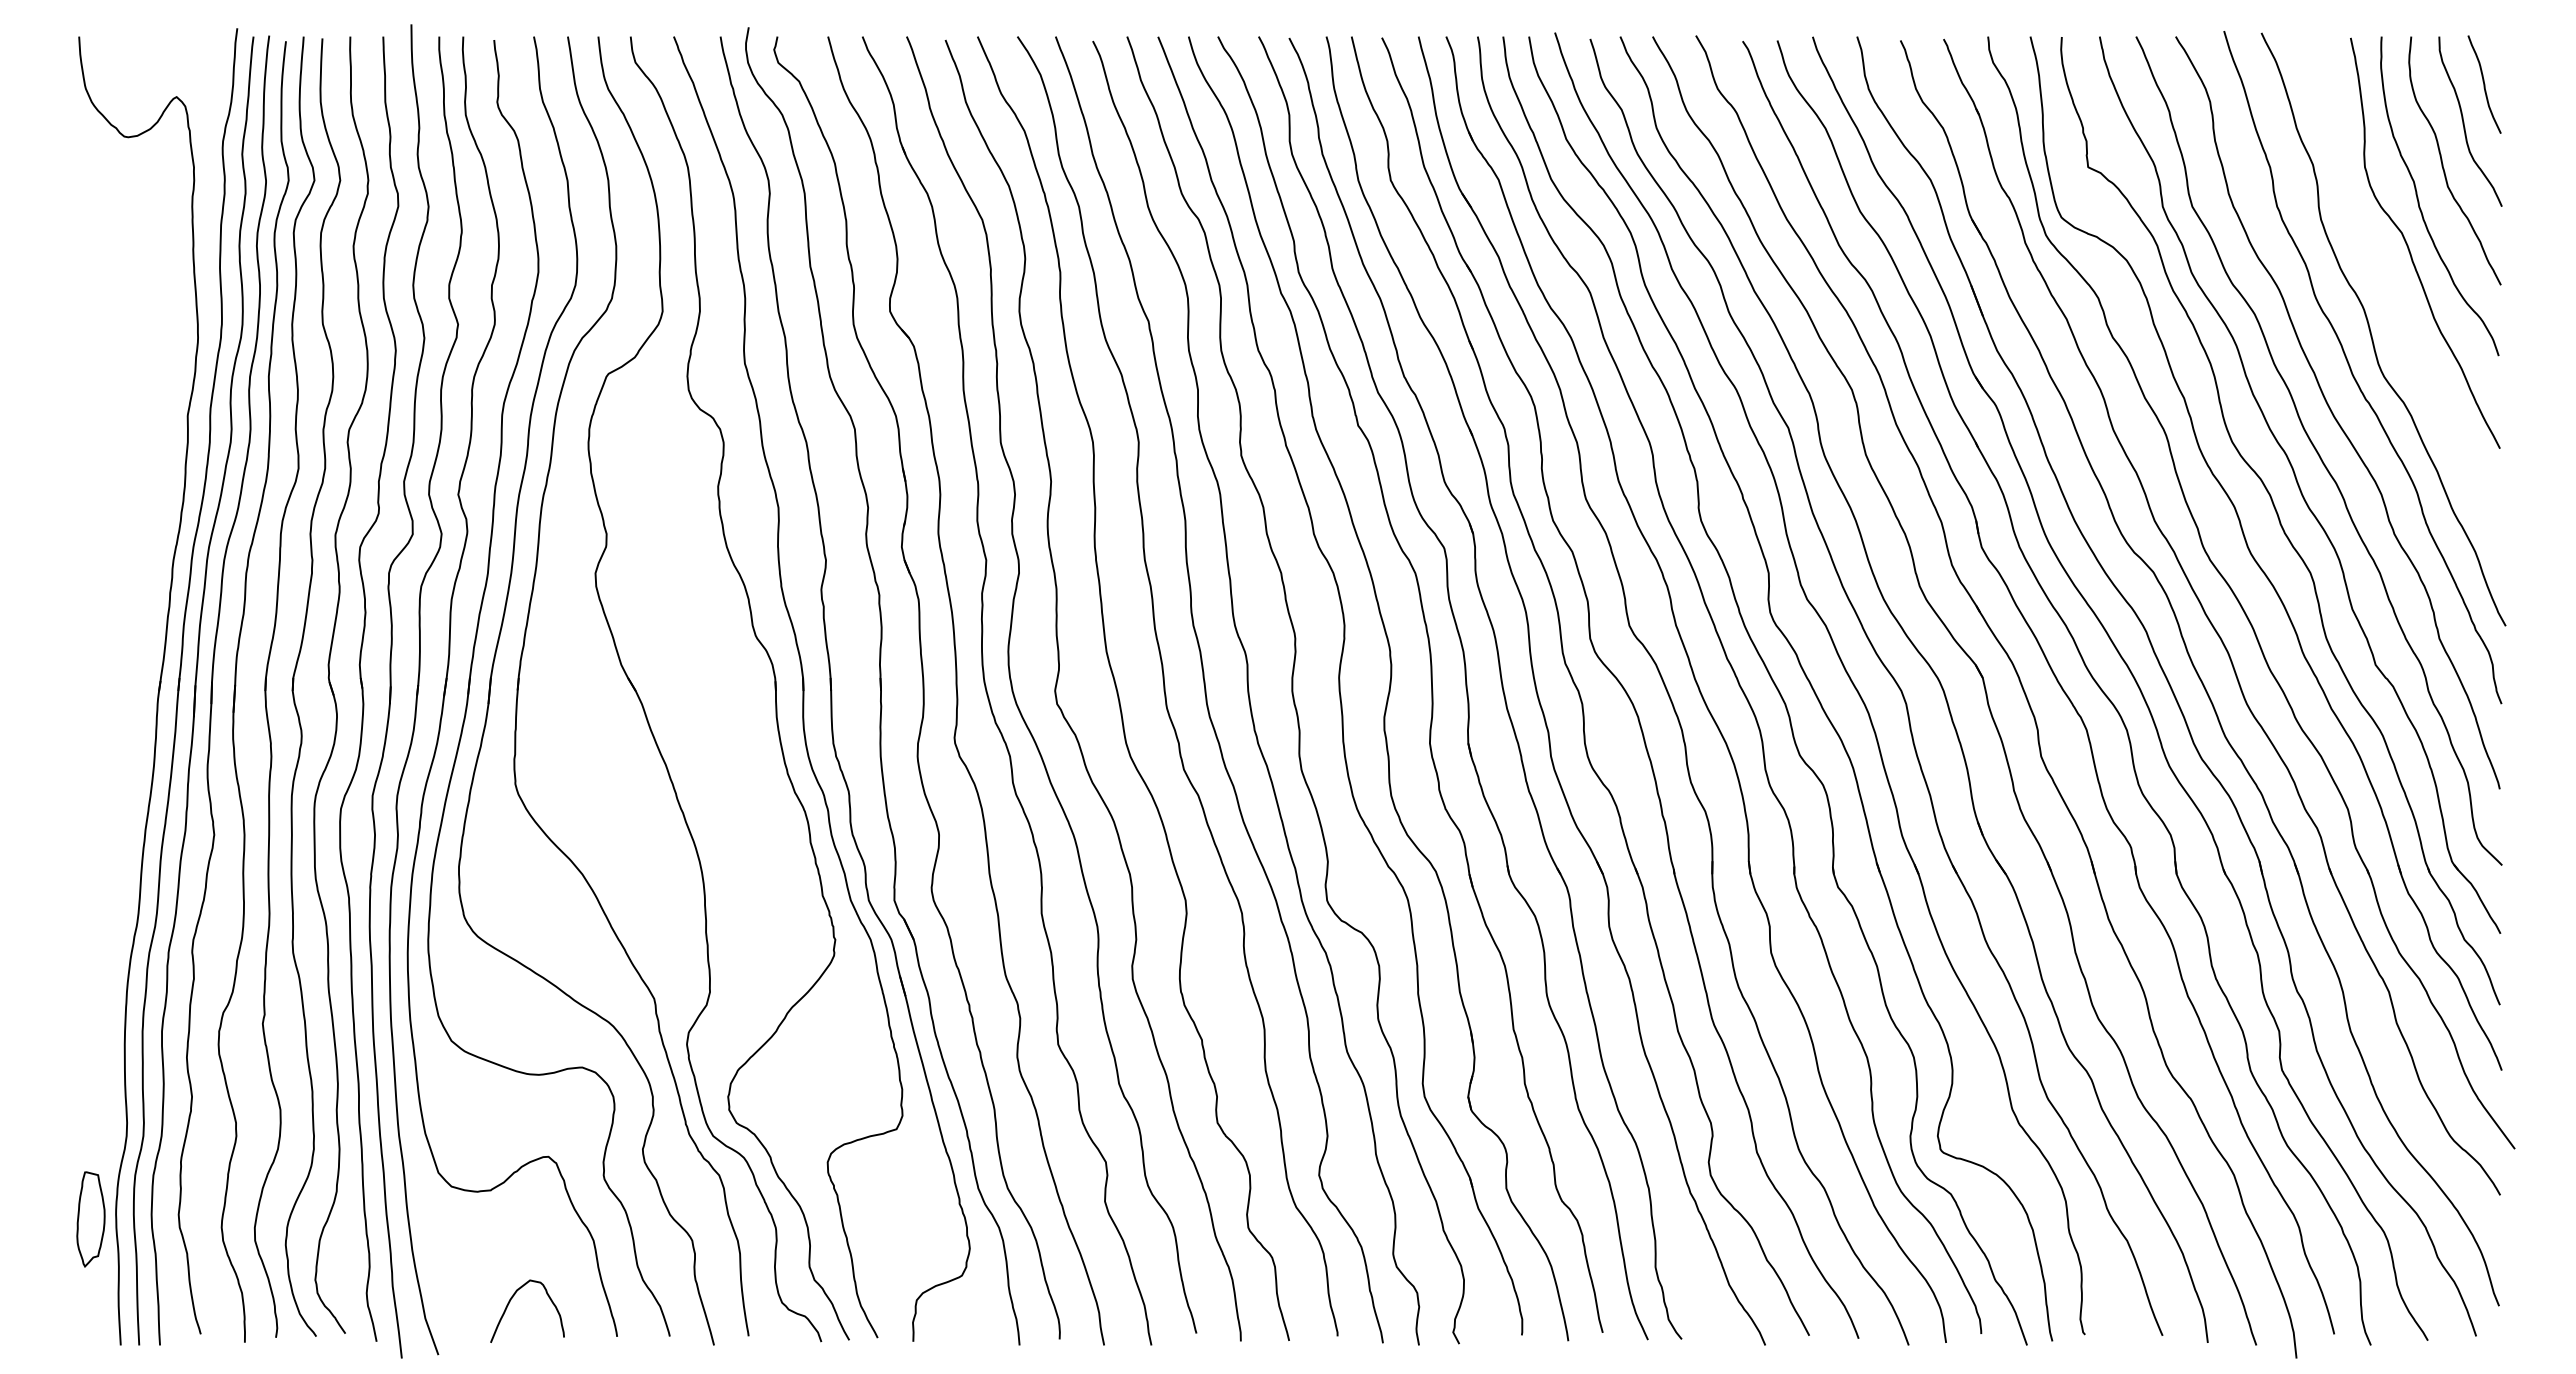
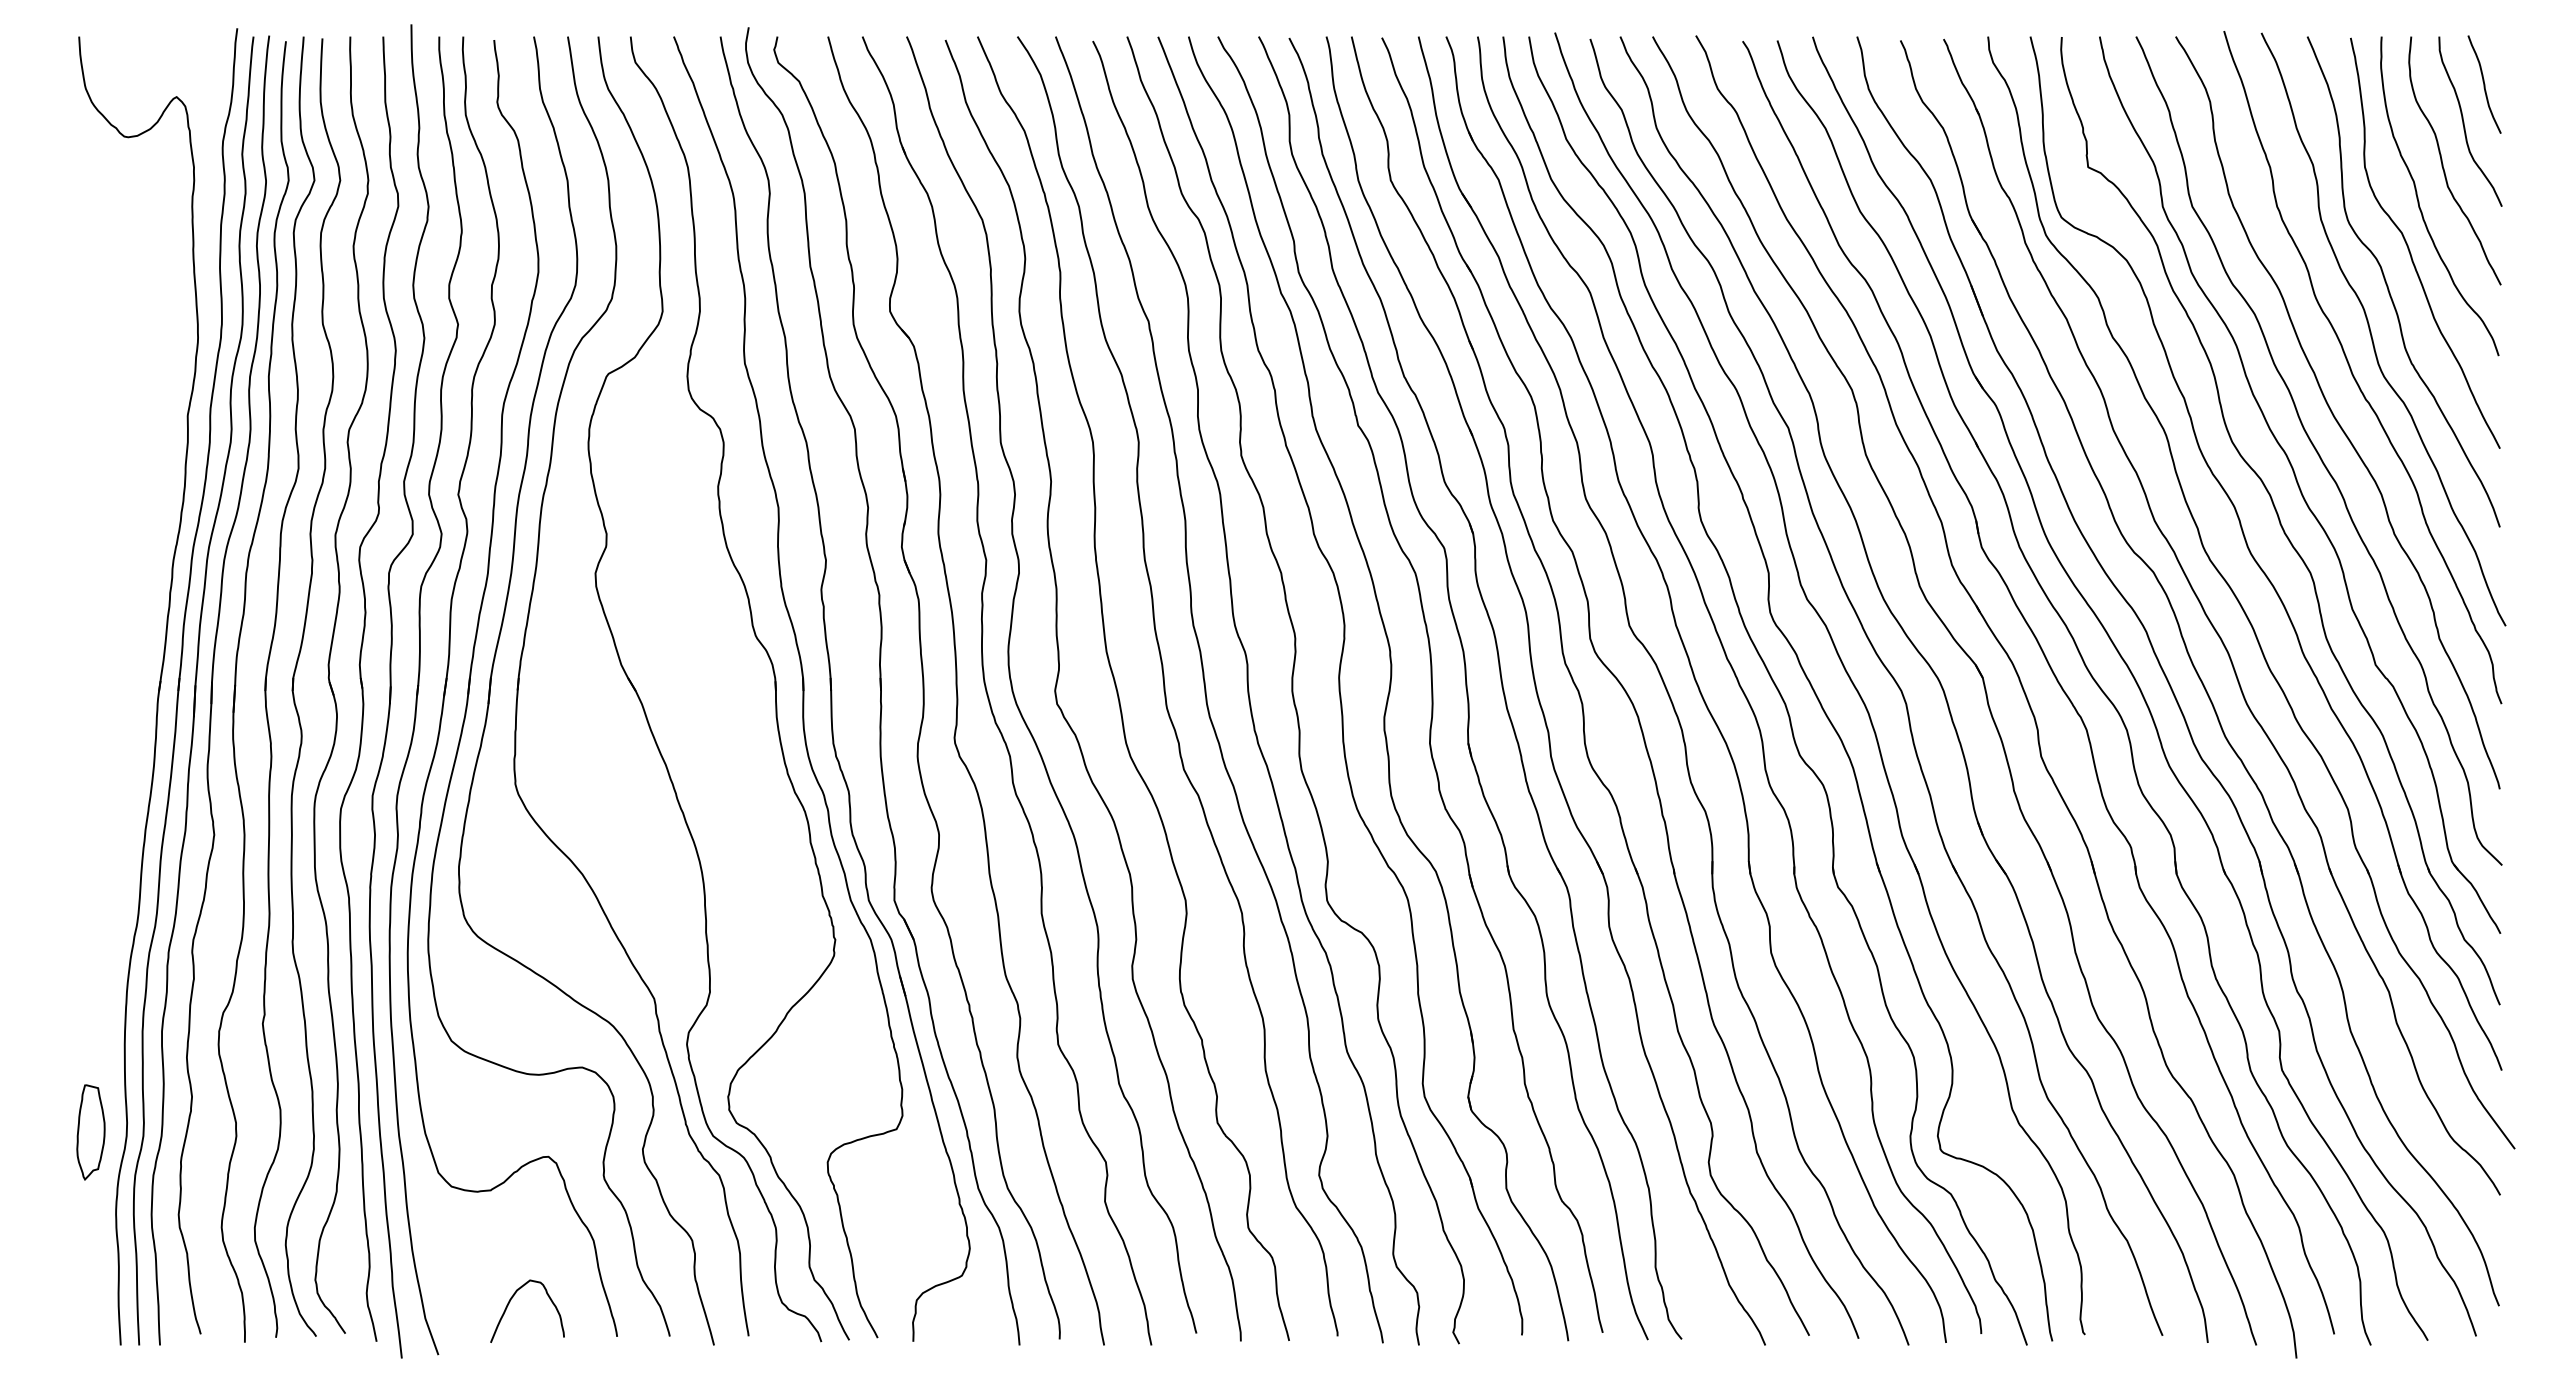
curve at (2388, 285): none -> present
part at (90, 1219) position: (90, 1219) -> (90, 1132)
